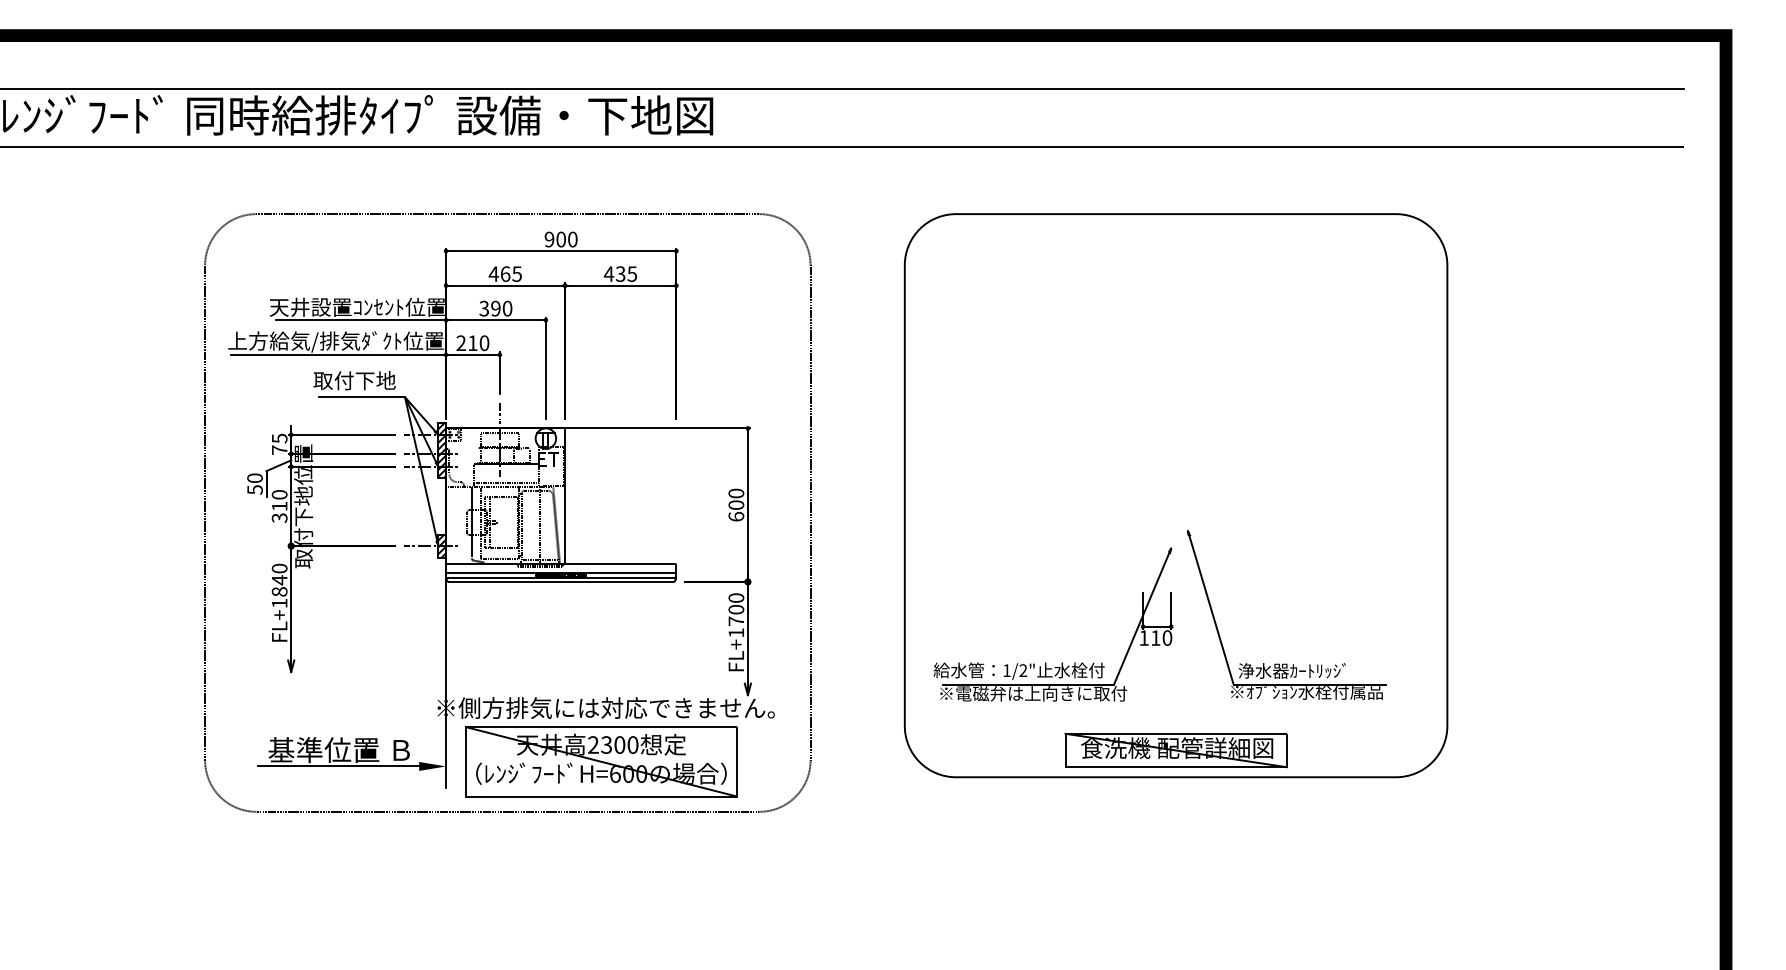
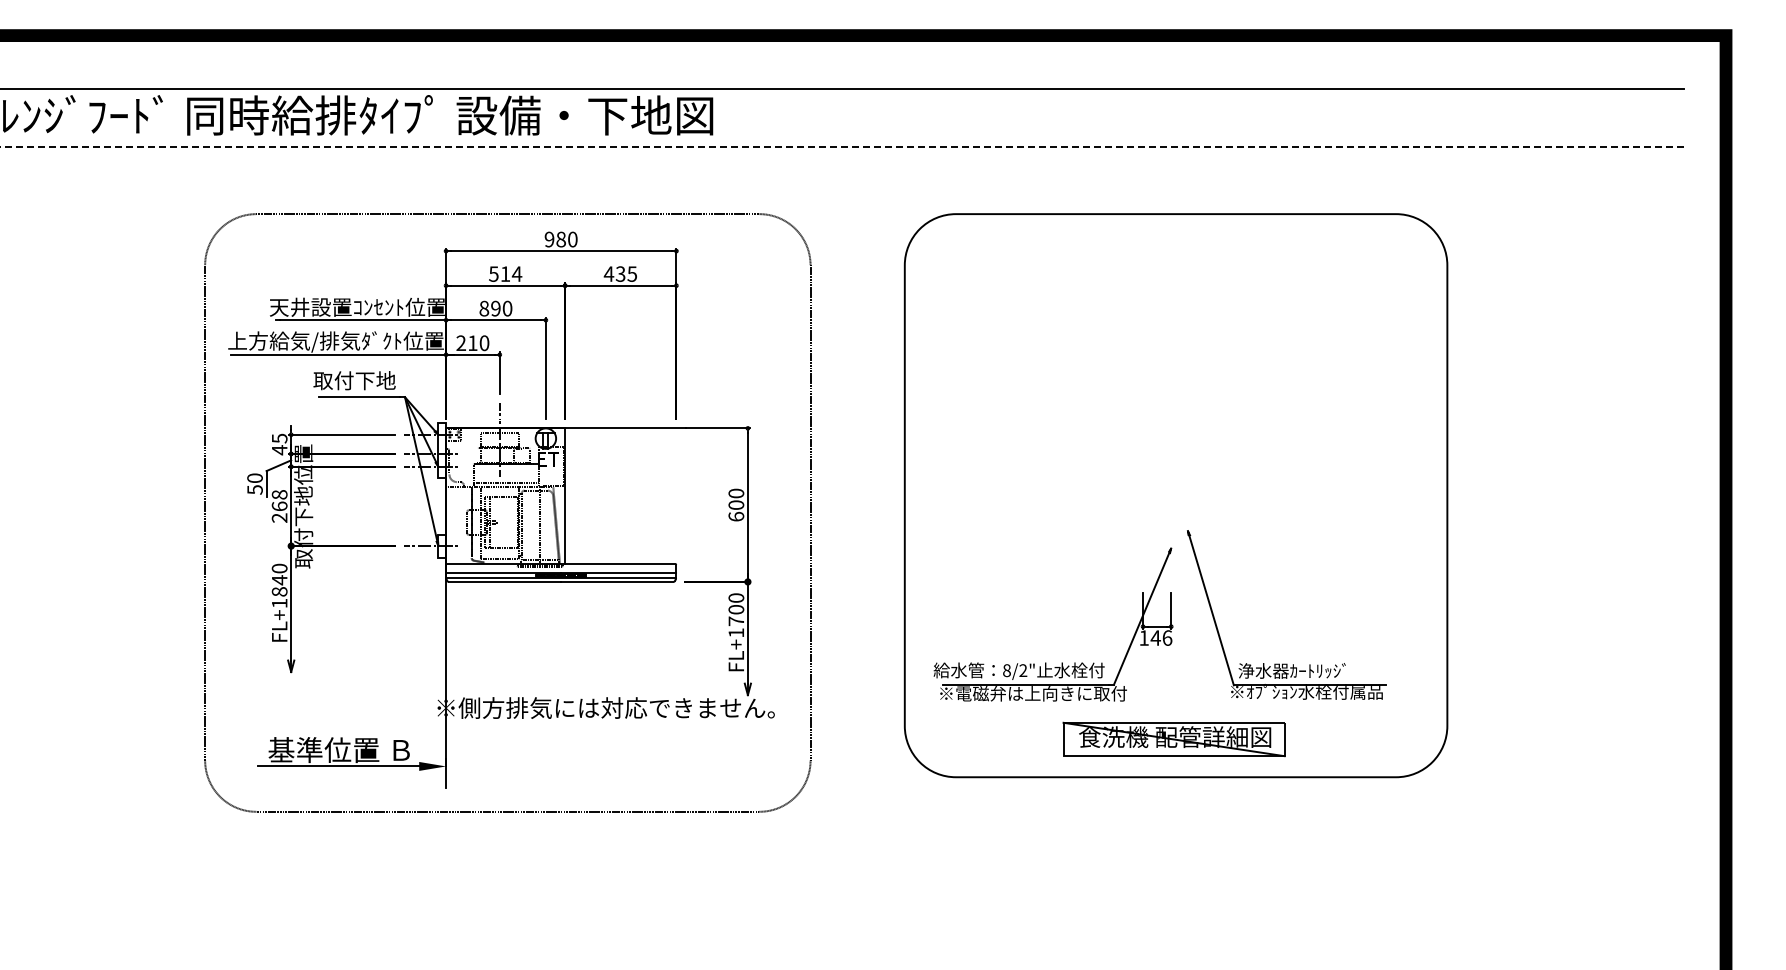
line at (842, 147): solid -> dashed
text at (561, 239): 900 -> 980
text at (505, 273): 465 -> 514
text at (484, 308): 390 -> 890
text at (279, 450): 75 -> 45
hatch at (442, 450): present -> none
text at (279, 506): 310 -> 268
hatch at (442, 545): present -> none
text at (1161, 637): 110 -> 146
text at (1006, 670): 1/2" -> 8/2"
part at (1175, 750) position: (1175, 750) -> (1173, 739)
part at (601, 761): present -> none
